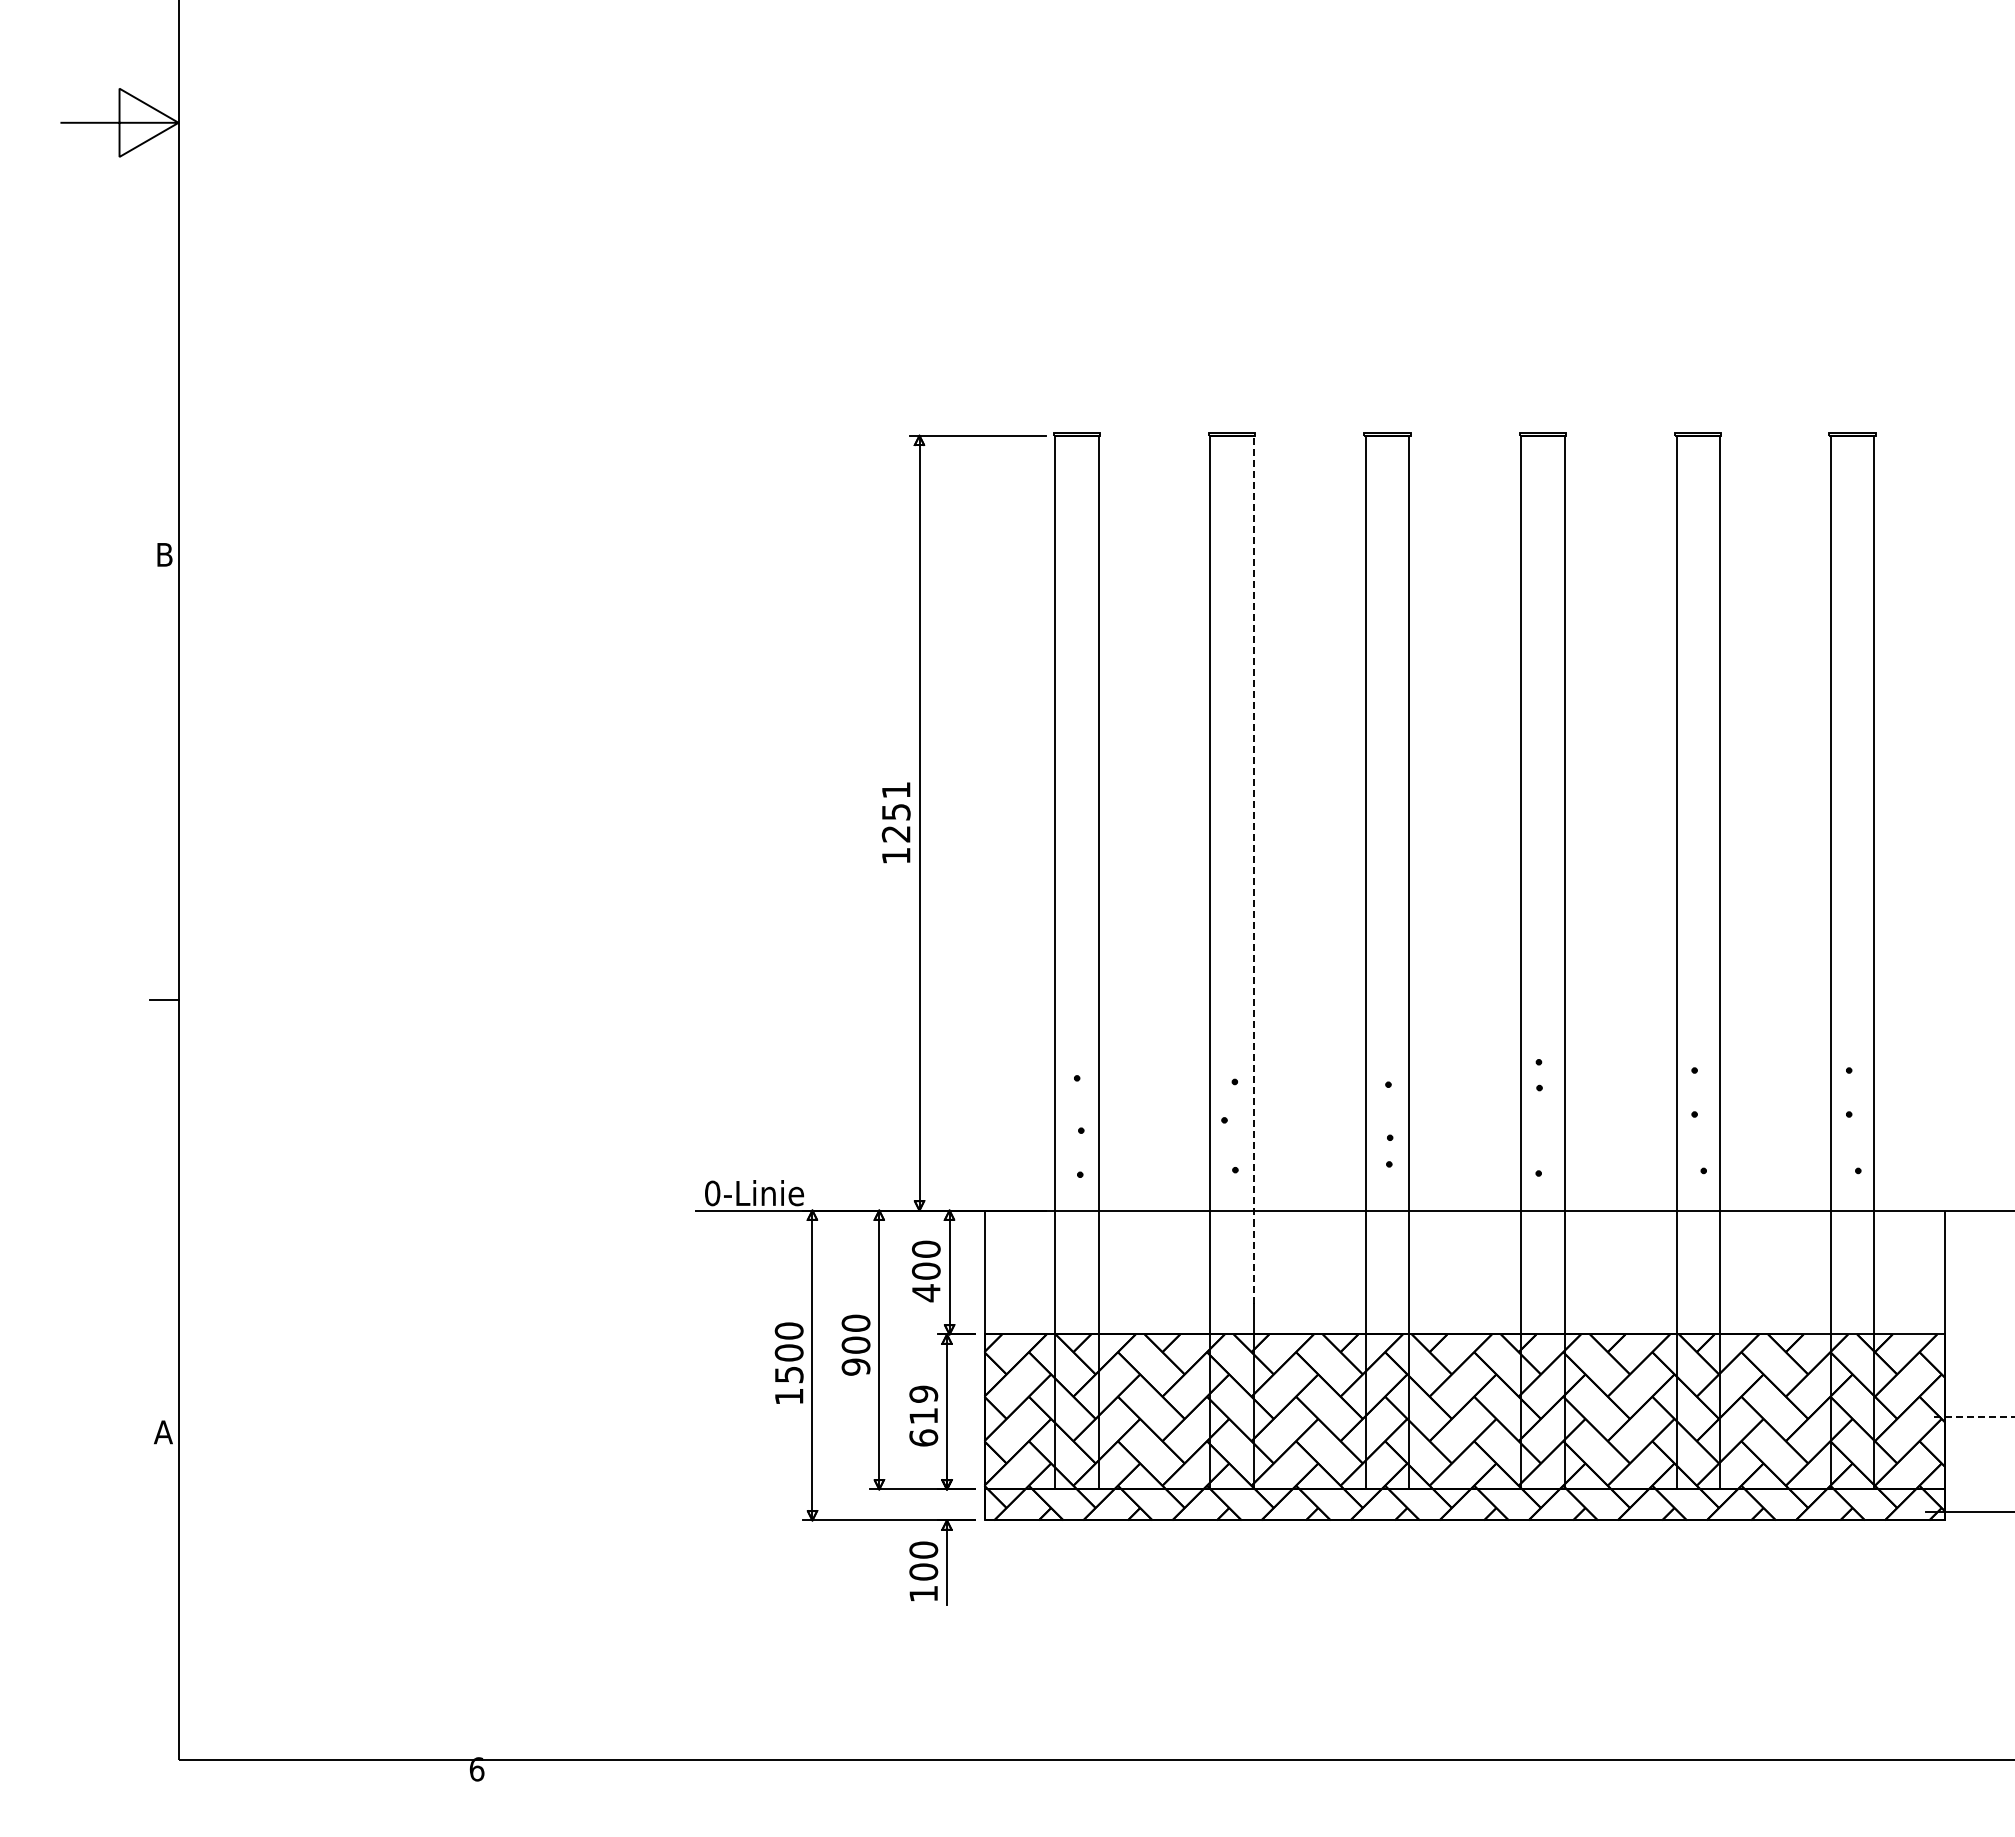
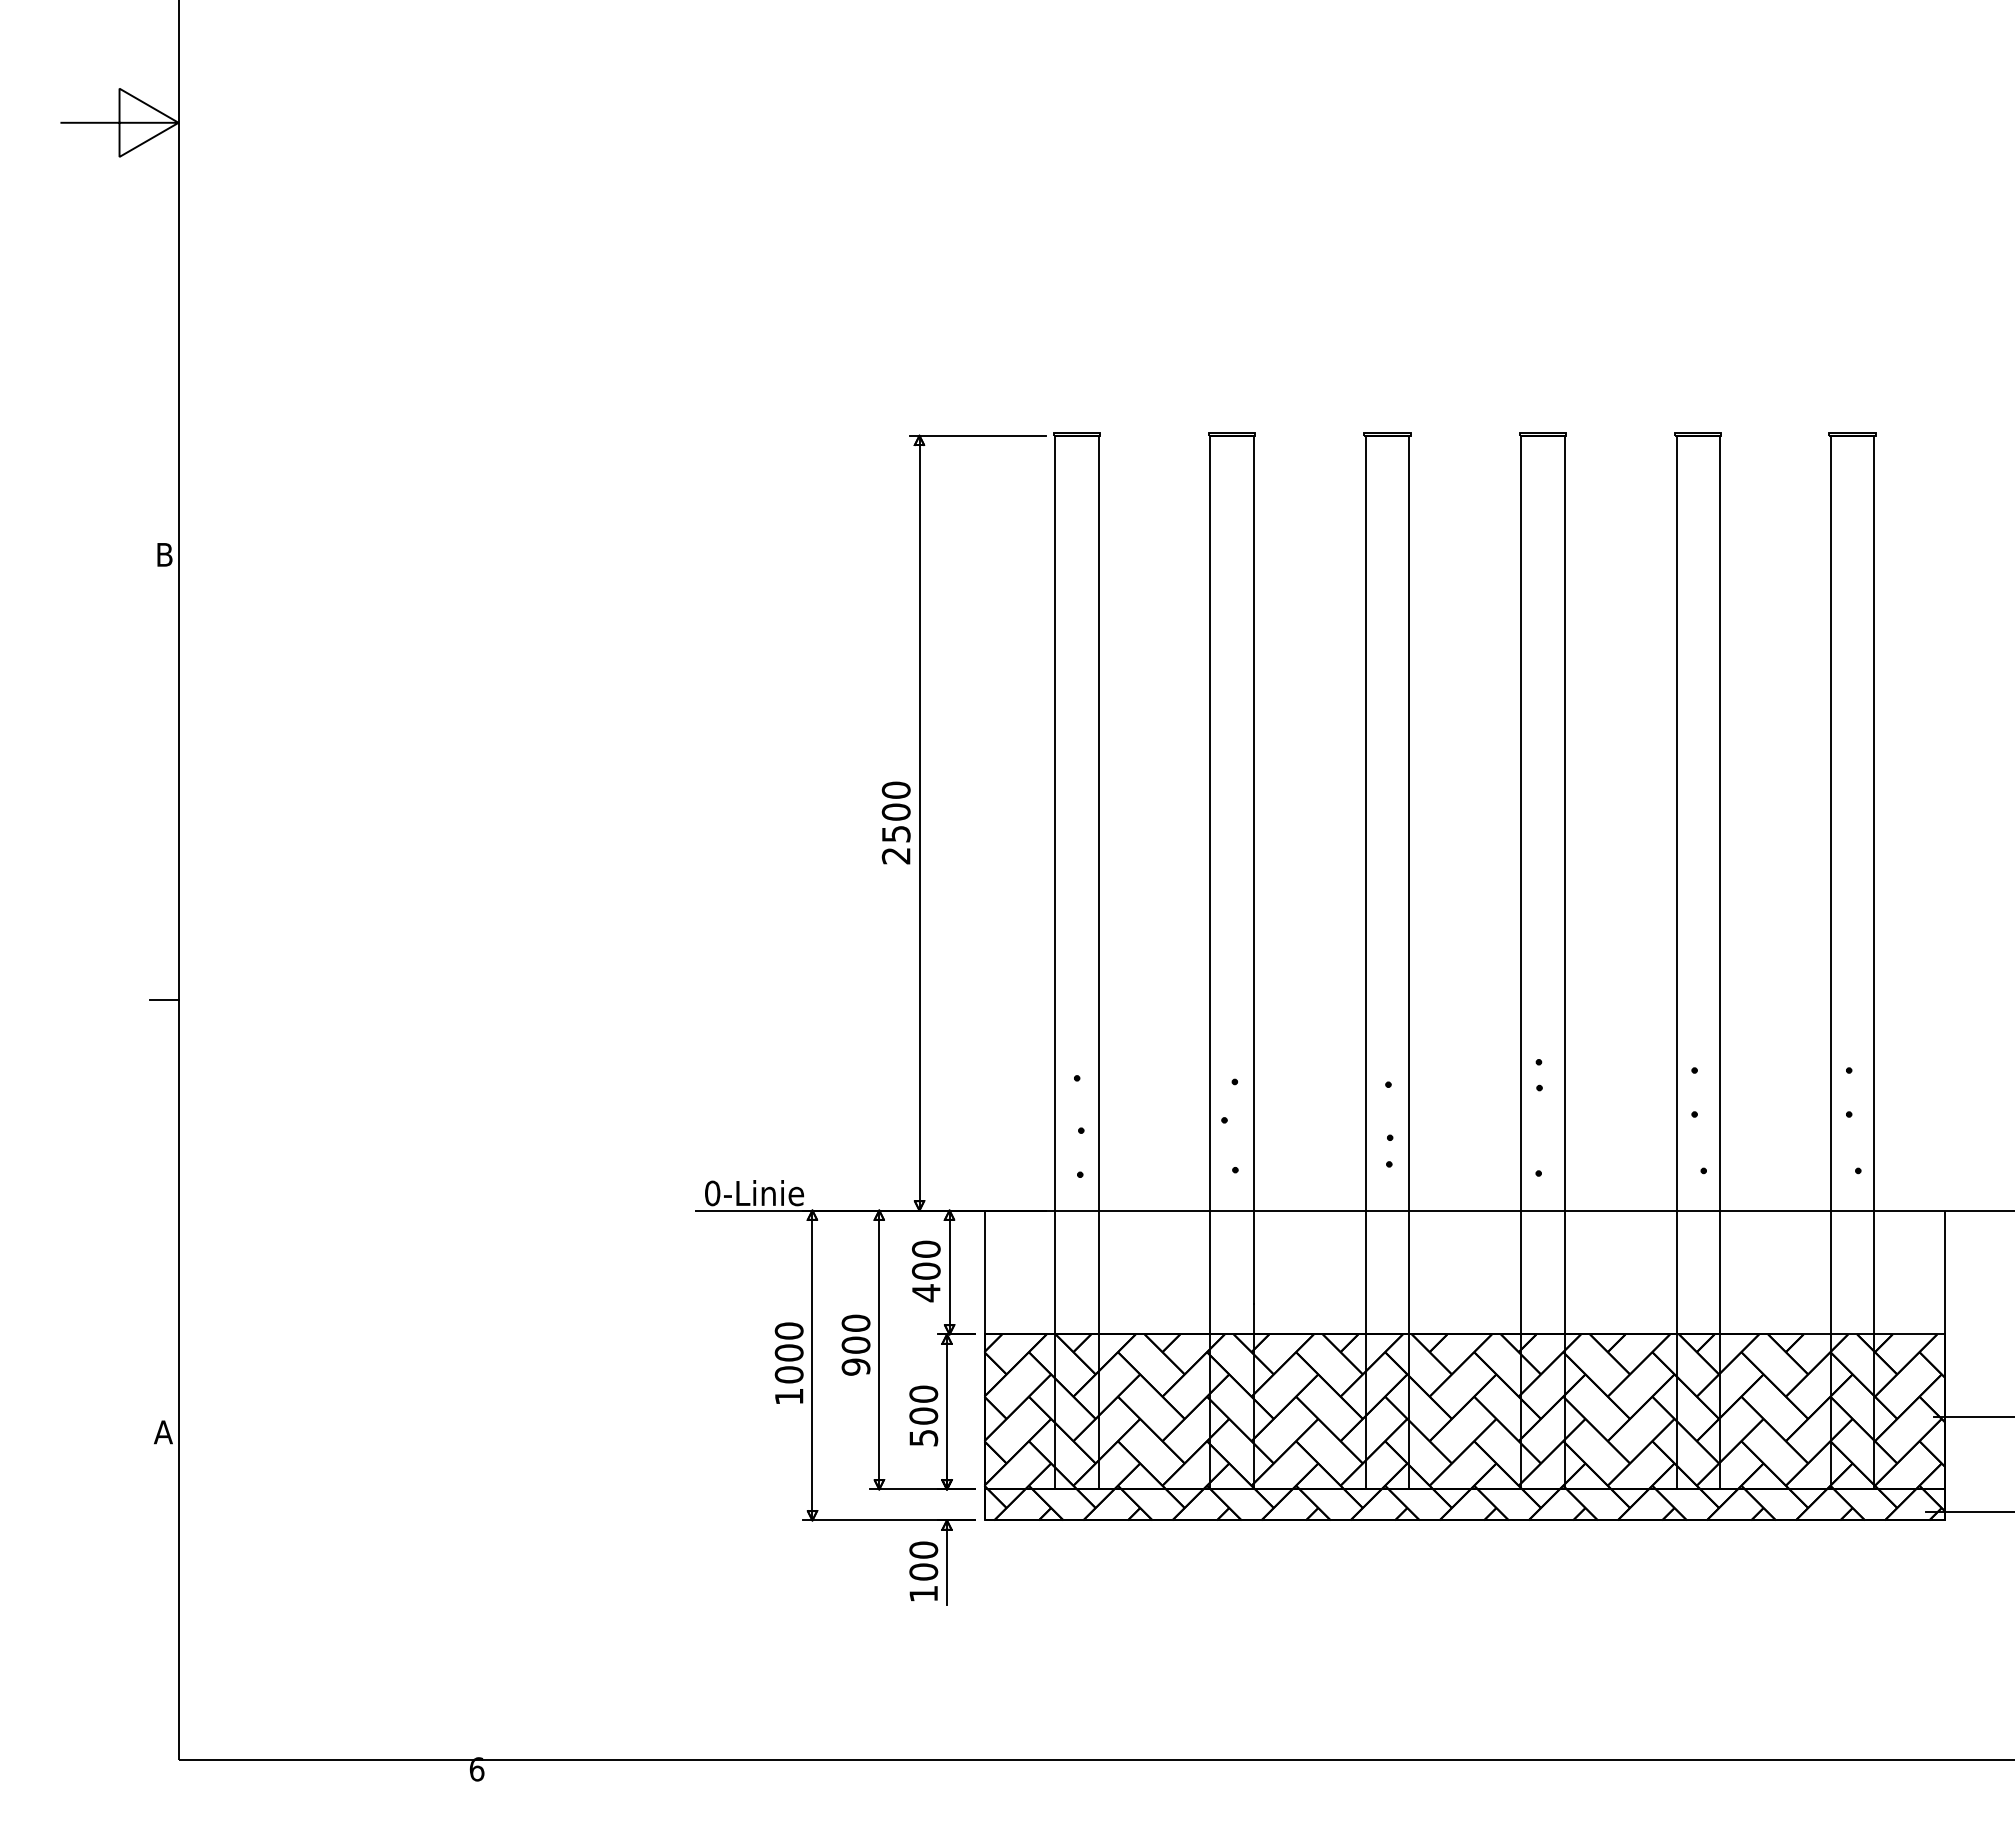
text at (895, 822): 1251 -> 2500
line at (1253, 869): dashed -> solid
text at (788, 1374): 1500 -> 1000
text at (923, 1415): 619 -> 500
line at (1975, 1416): dashed -> solid
